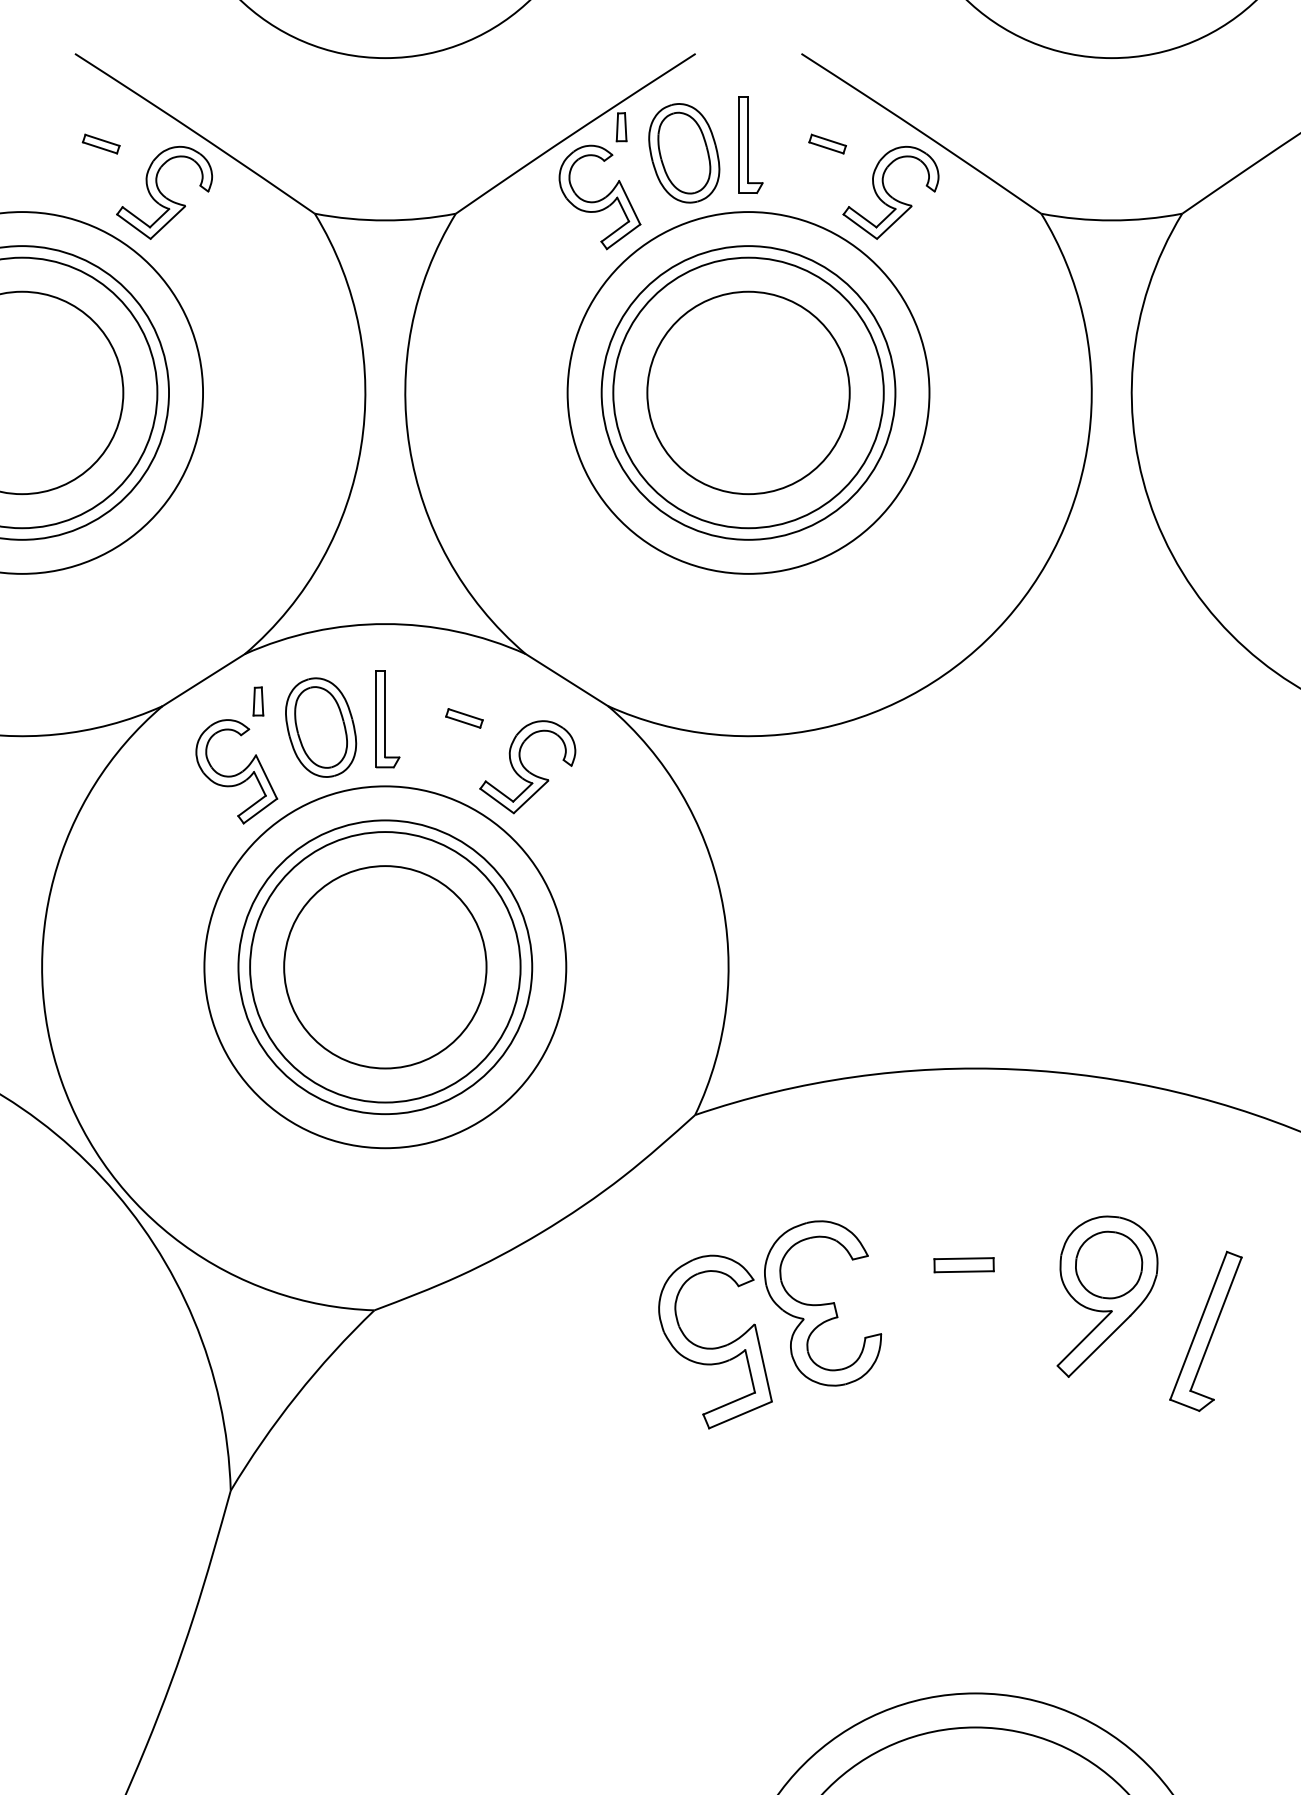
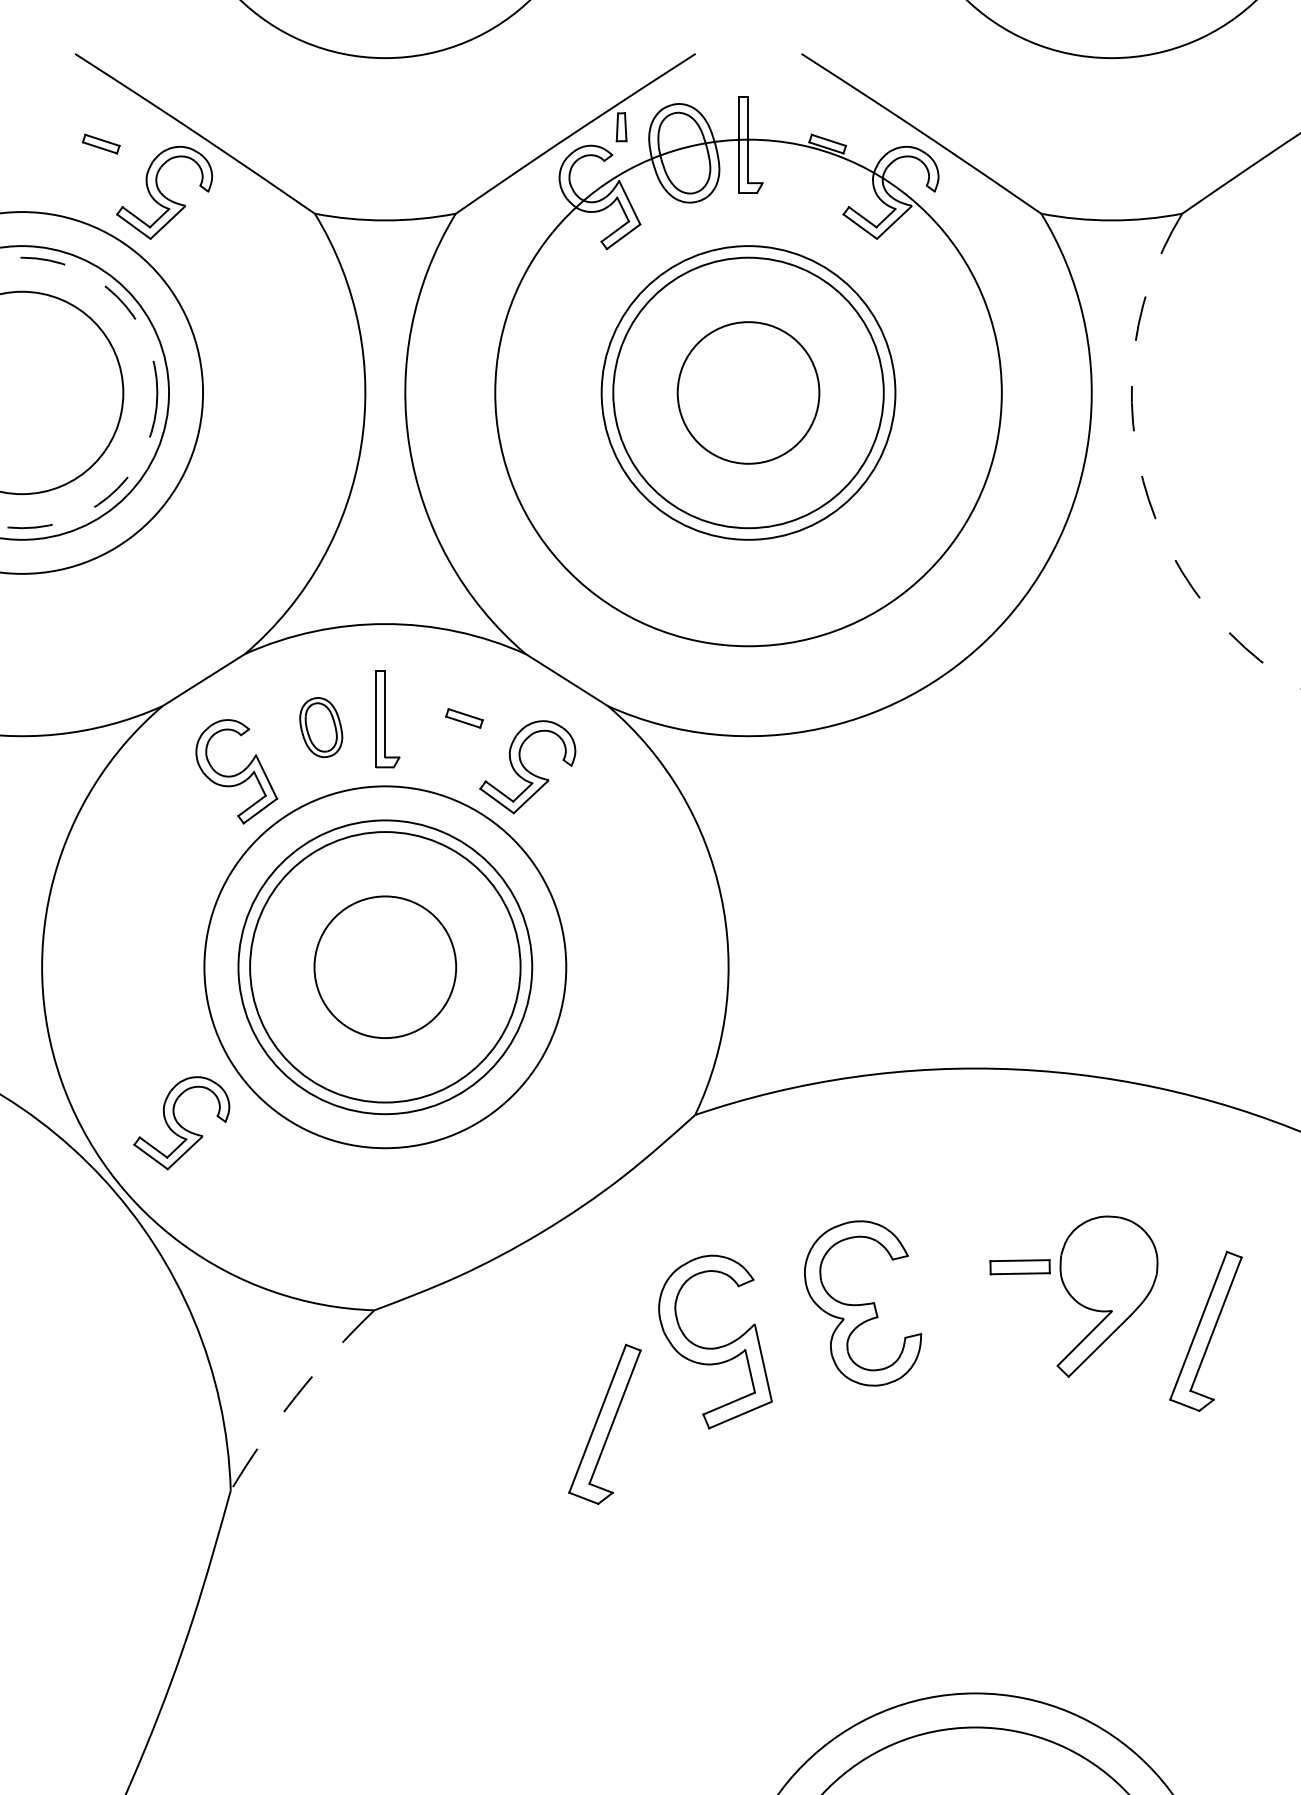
circle at (78, 392): solid -> dashed
circle at (748, 392) diameter: 202 px -> 142 px
circle at (748, 392) diameter: 362 px -> 507 px
arc at (1142, 477): solid -> dashed
part at (258, 701): present -> none
part at (321, 727) size: 73x101 px -> 45x62 px
circle at (385, 967) diameter: 202 px -> 142 px
part at (181, 1123): none -> present
part at (1109, 1264): present -> none
part at (963, 1265) position: (963, 1265) -> (1019, 1267)
part at (823, 1303) position: (823, 1303) -> (863, 1303)
arc at (296, 1395): solid -> dashed
part at (604, 1423): none -> present
